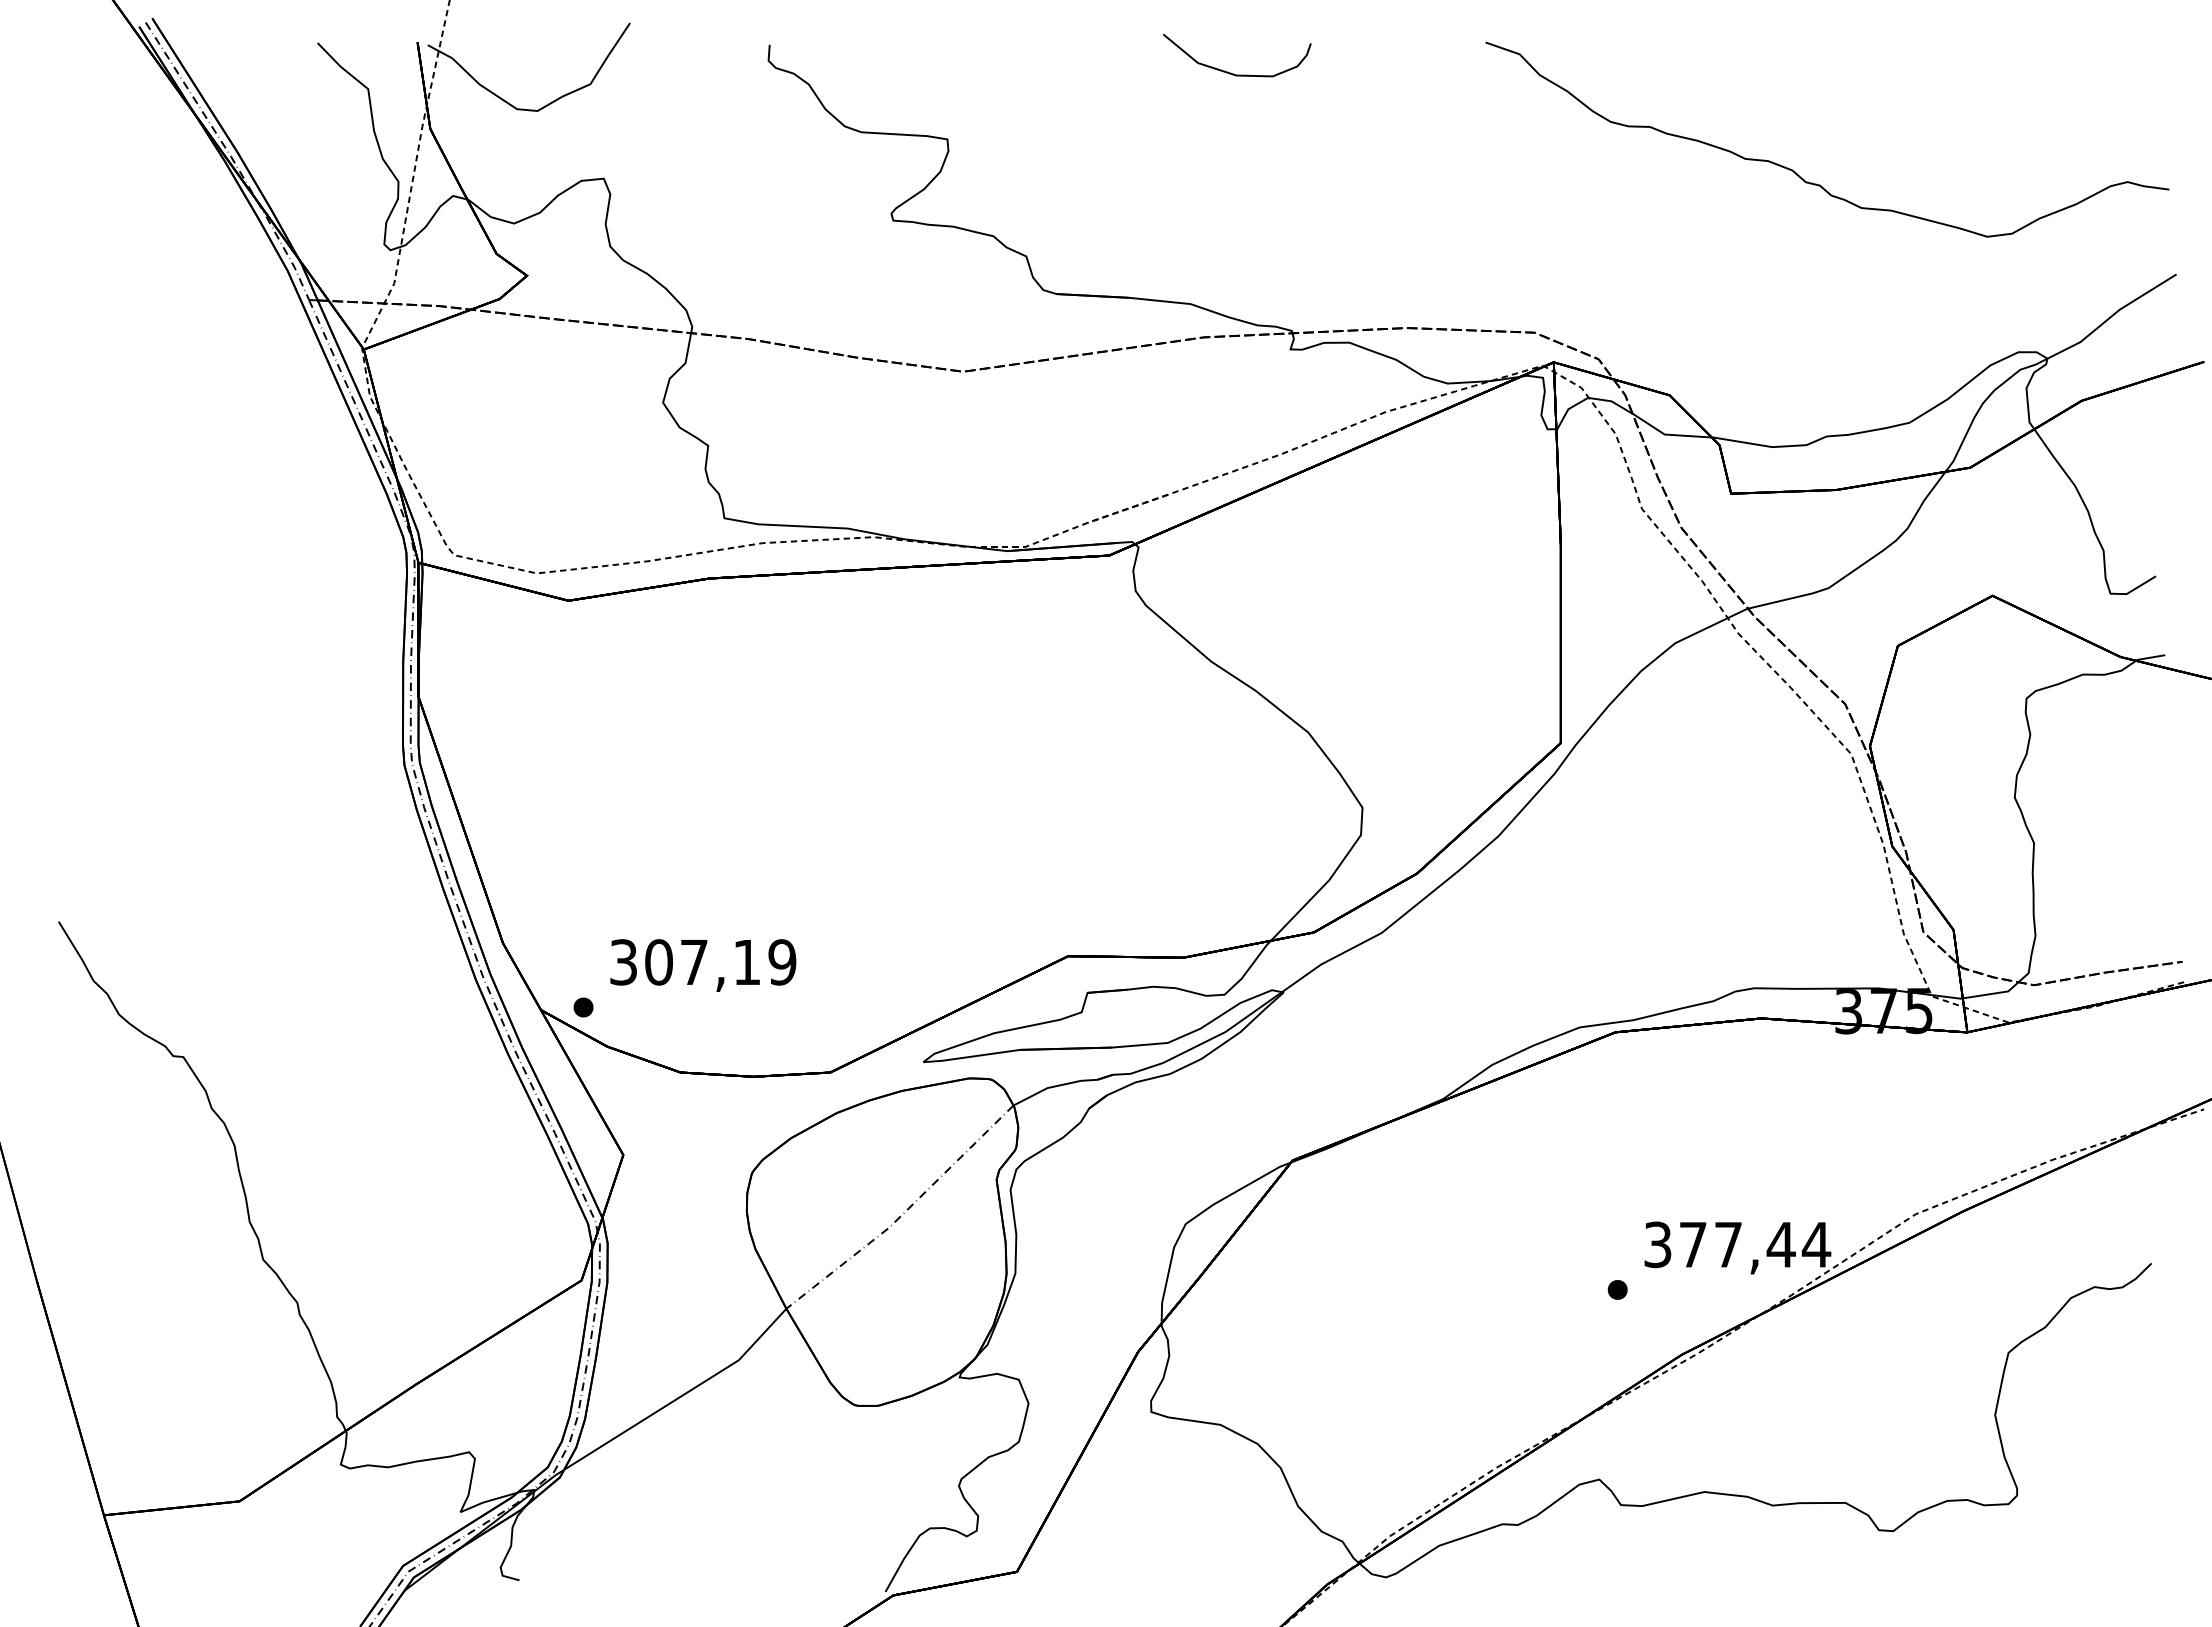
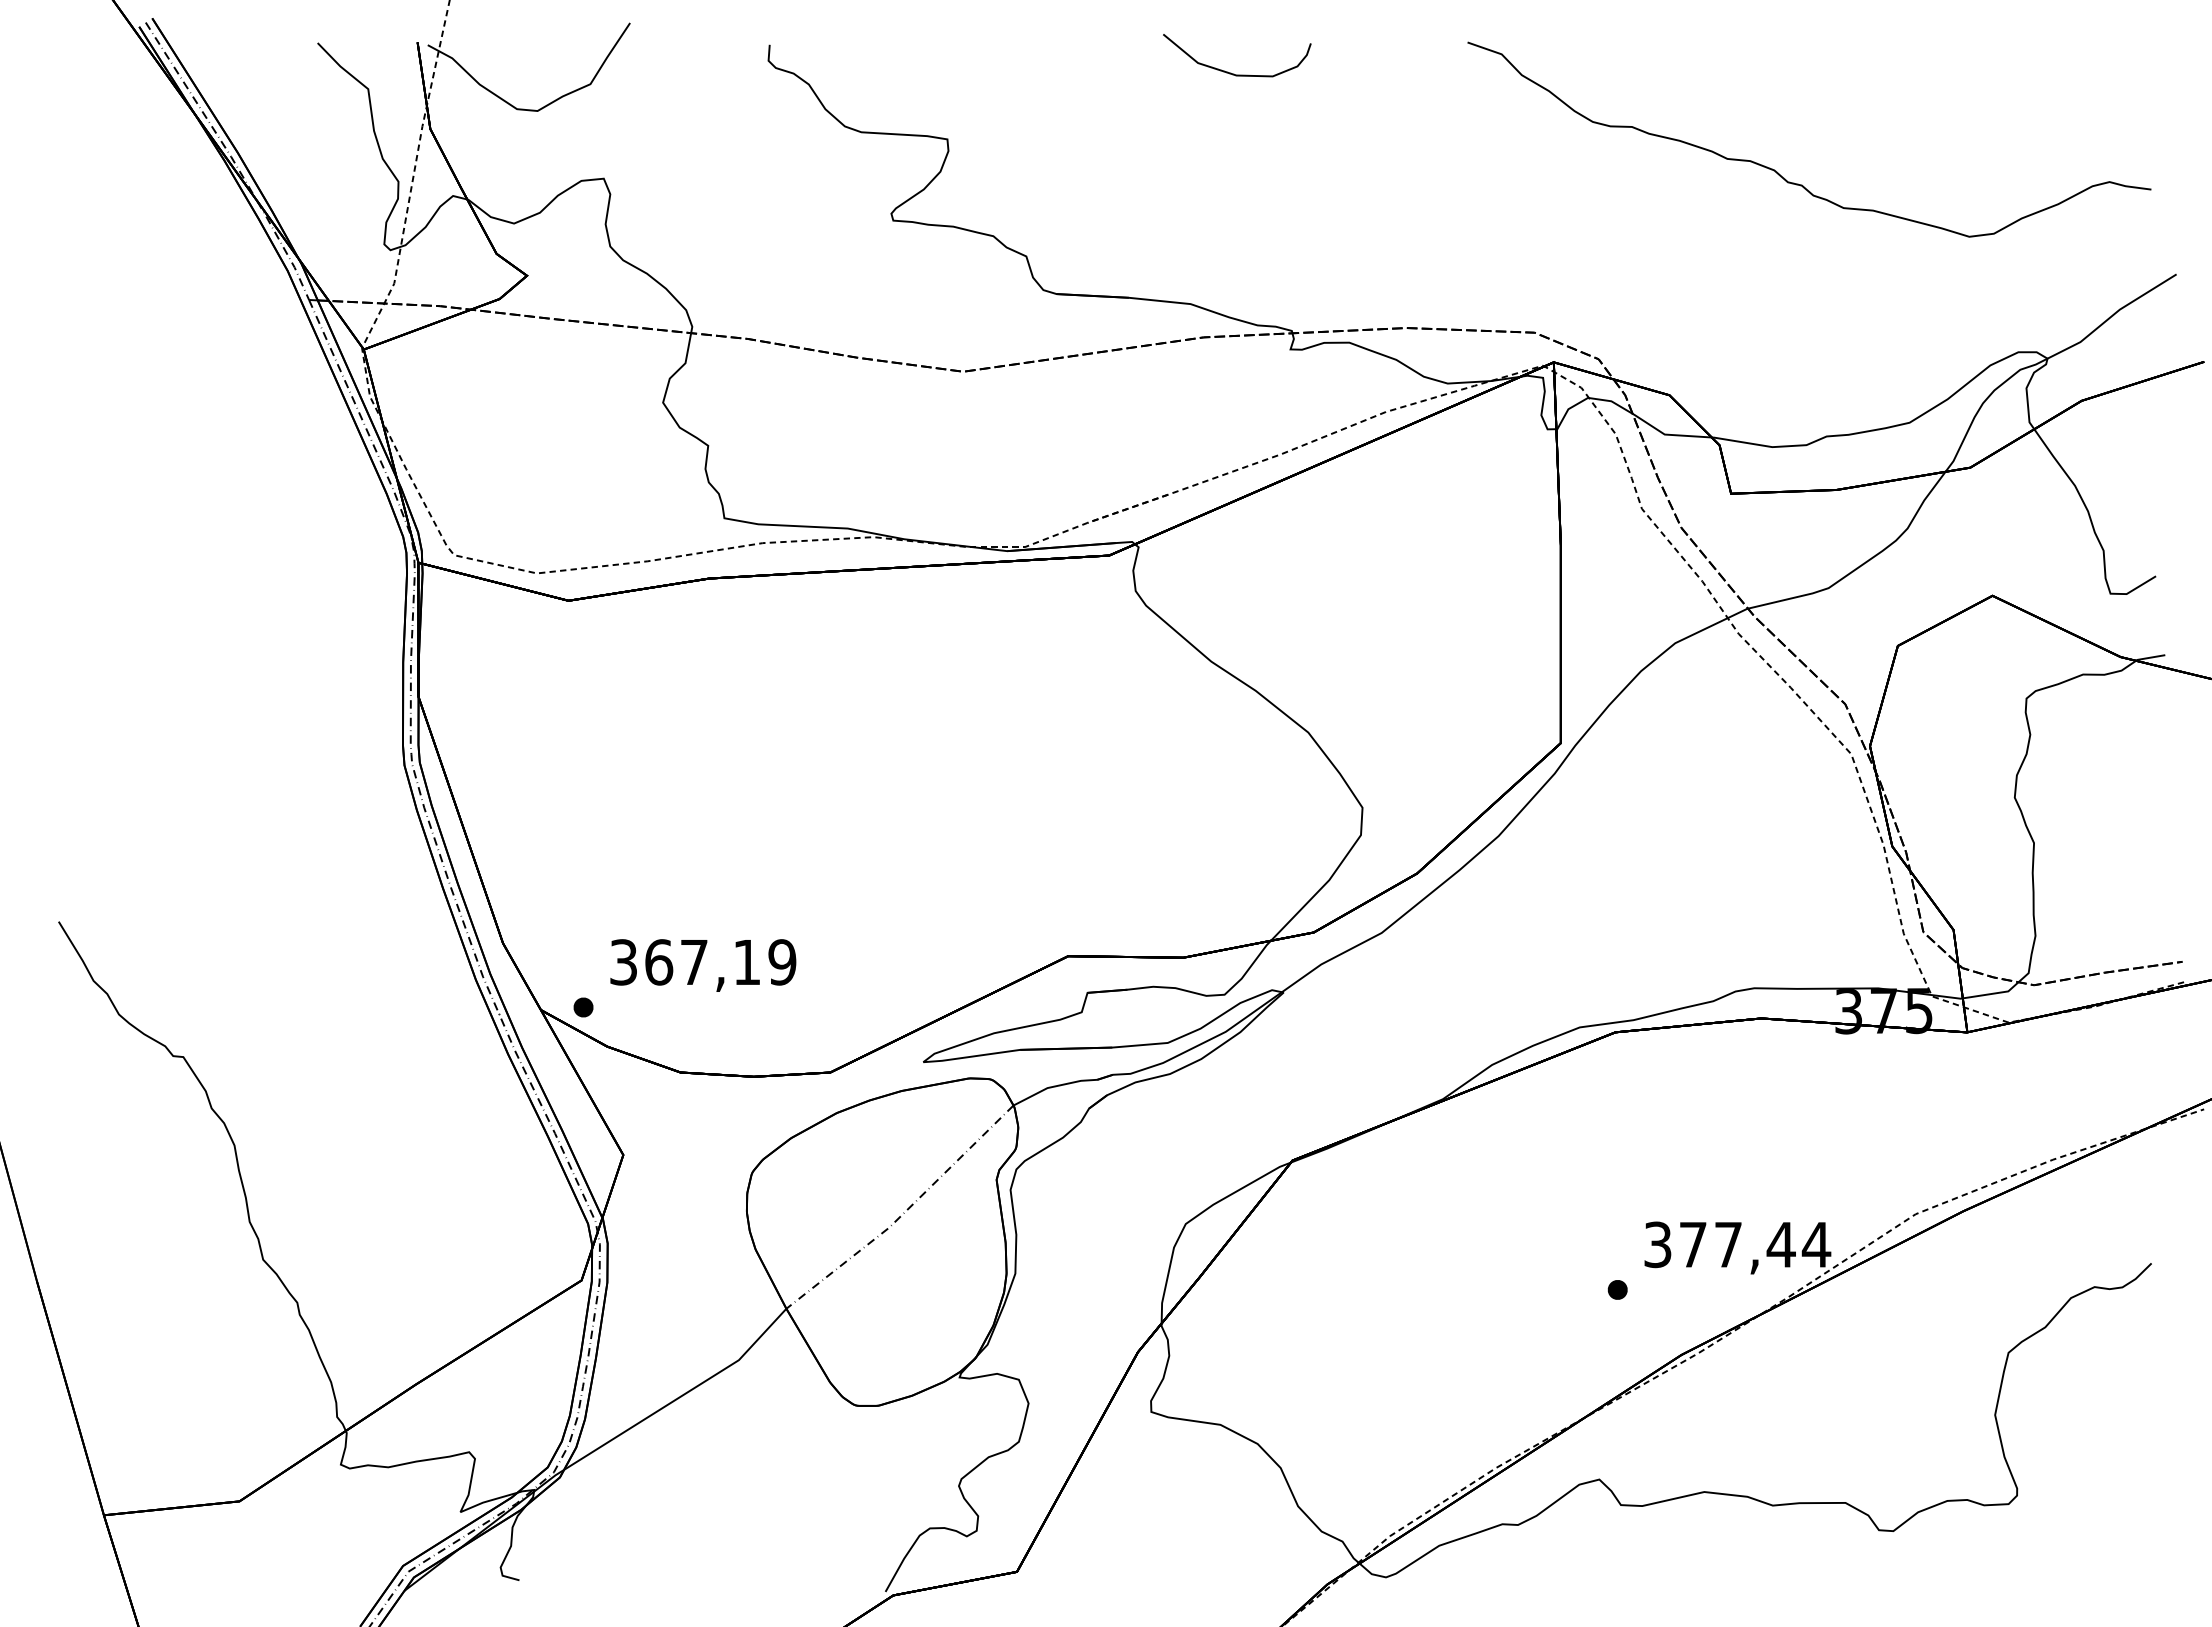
curve at (1795, 171) position: (1795, 171) -> (1777, 171)
text at (659, 962): 307,19 -> 367,19
